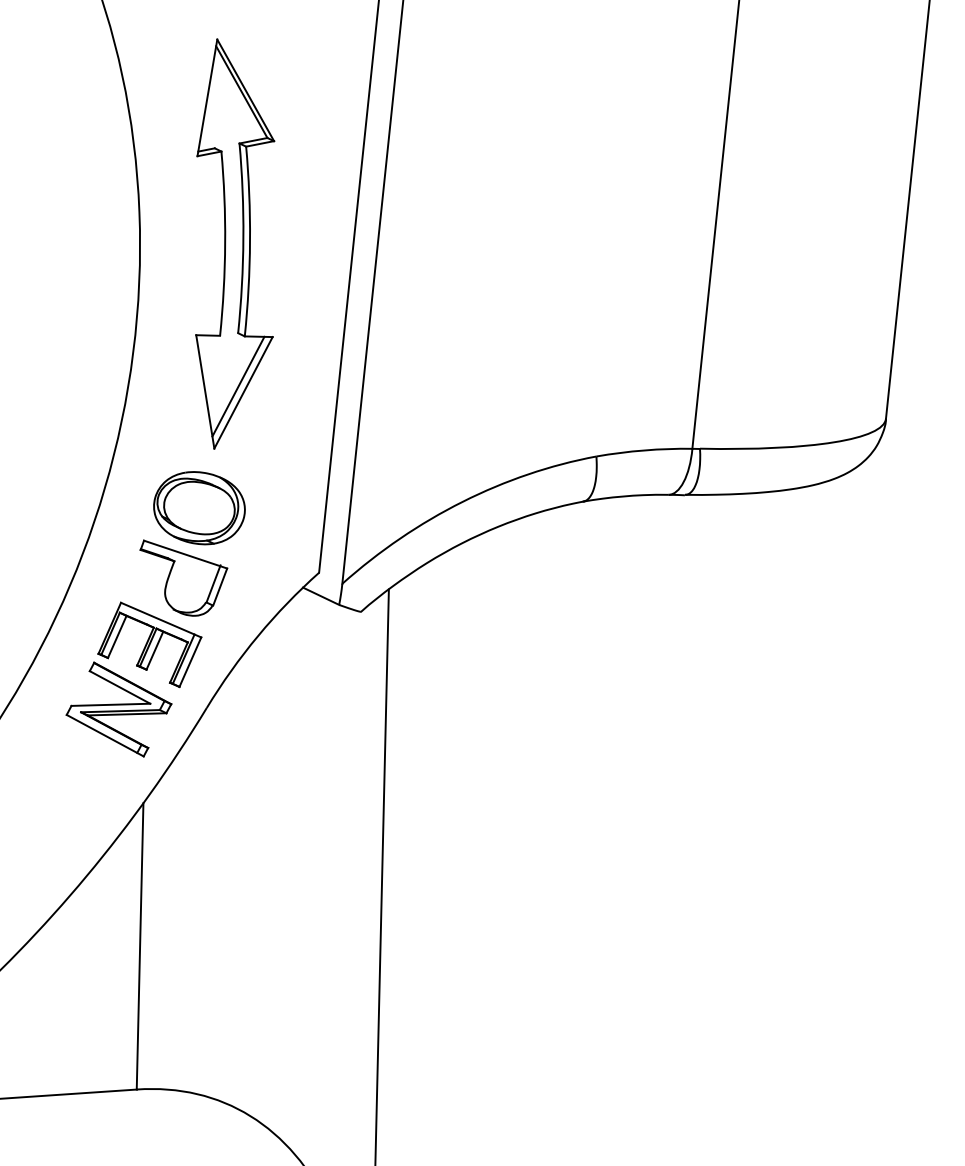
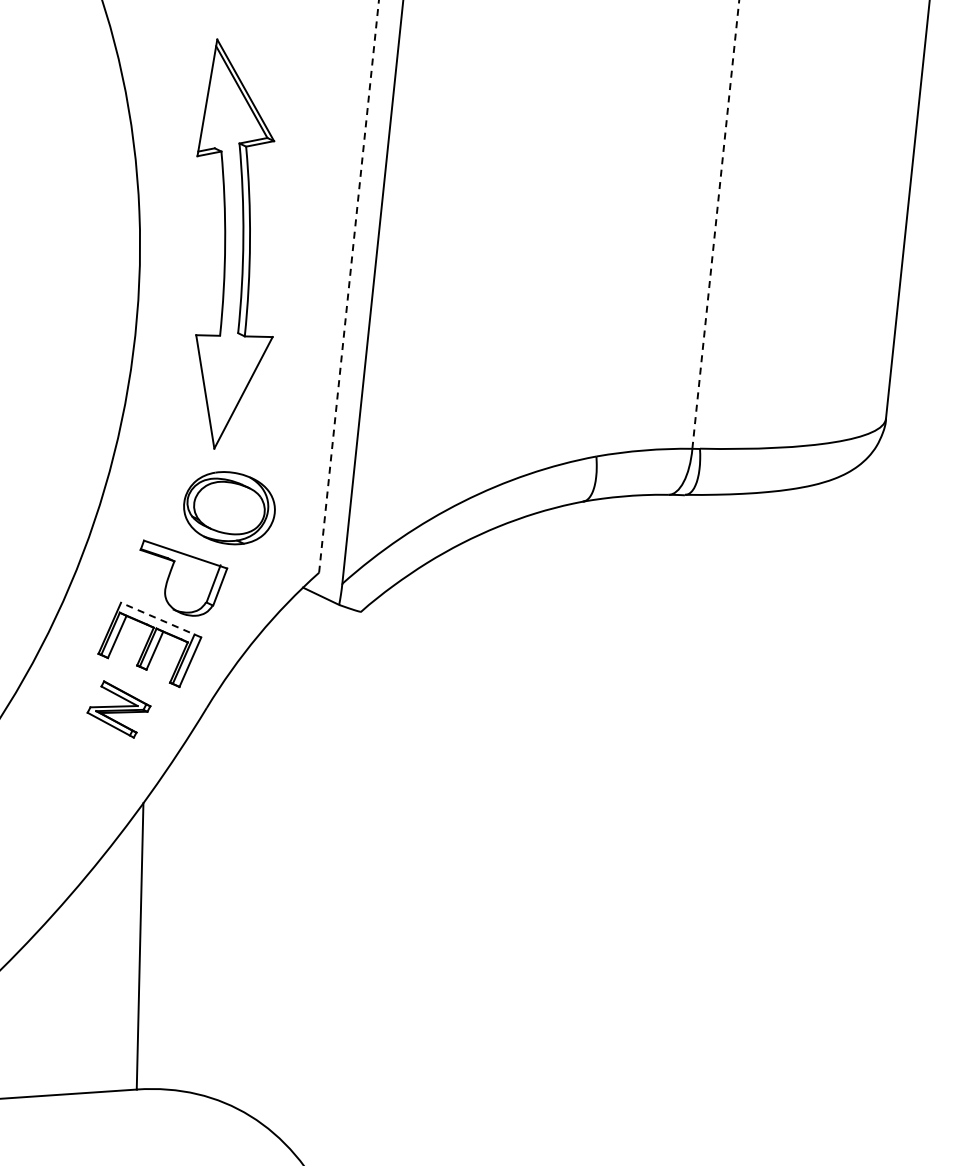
line at (715, 224): solid -> dashed
line at (349, 286): solid -> dashed
line at (238, 386): present -> none
part at (199, 508) position: (199, 508) -> (229, 508)
line at (161, 620): solid -> dashed
part at (118, 709) size: 108x97 px -> 66x59 px
line at (381, 875): present -> none
